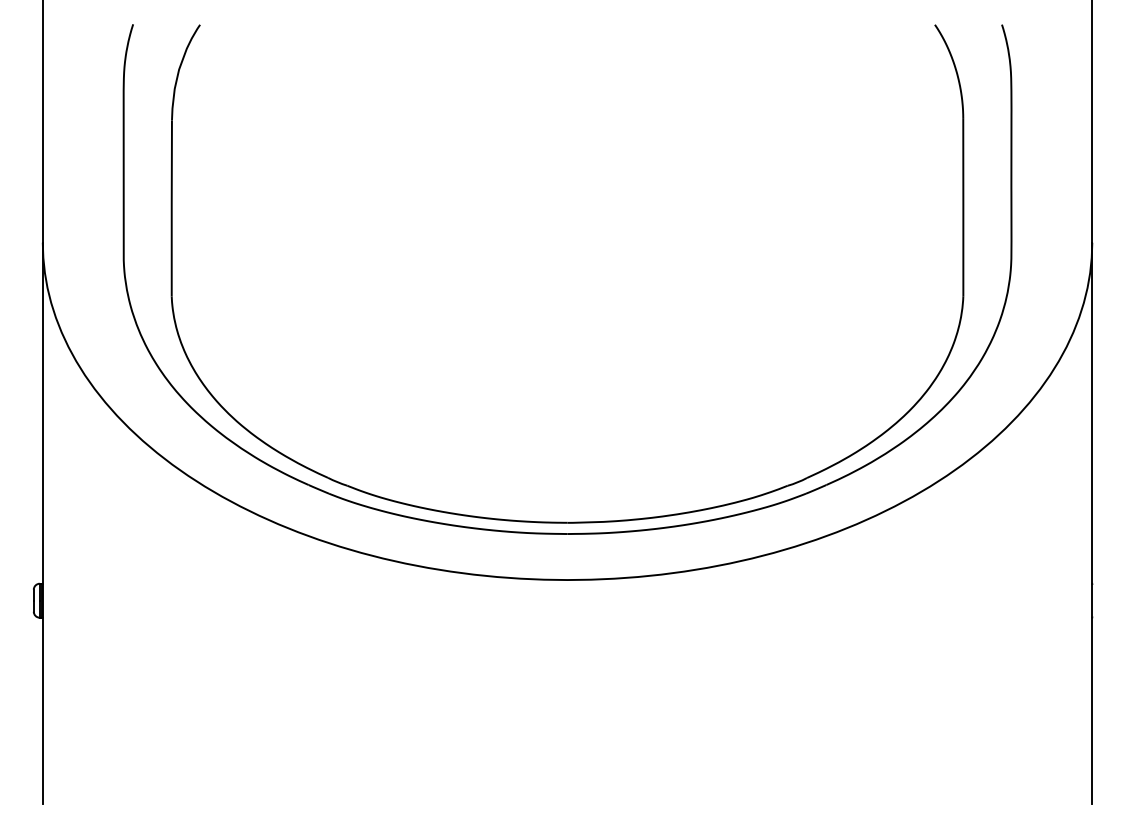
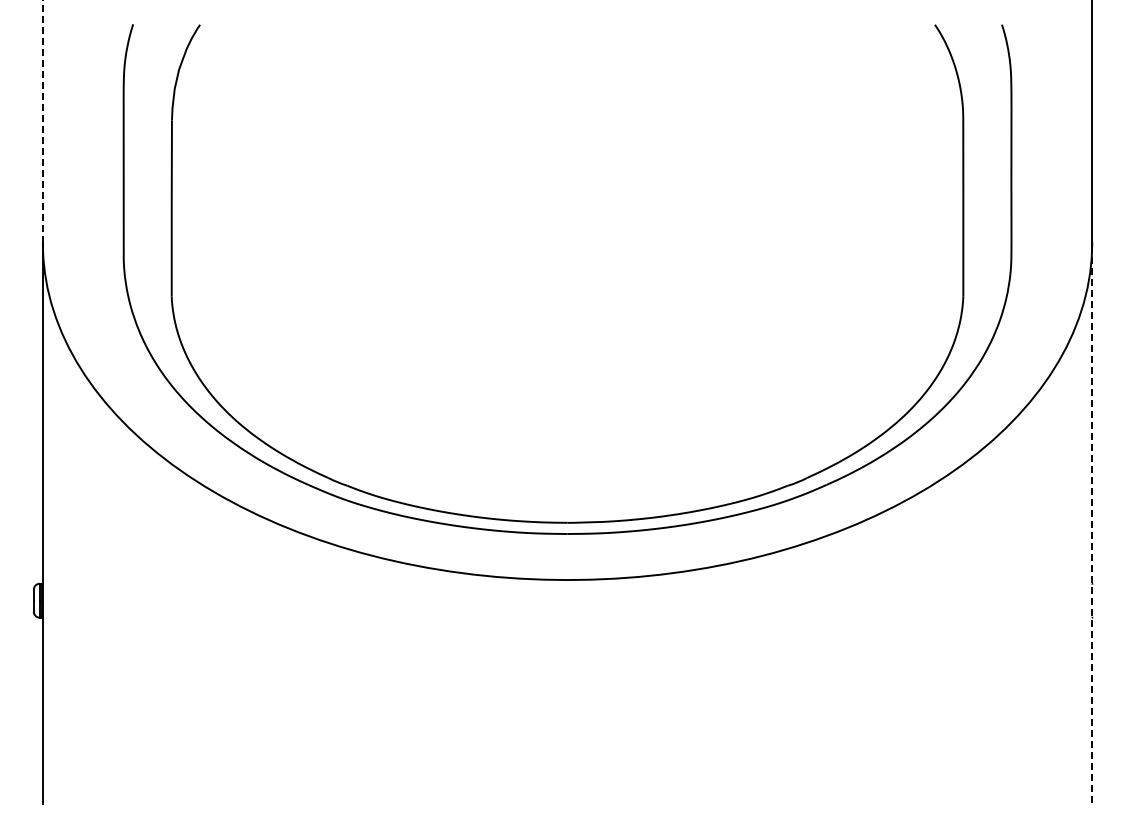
line at (42, 120): solid -> dashed
line at (1092, 525): solid -> dashed
